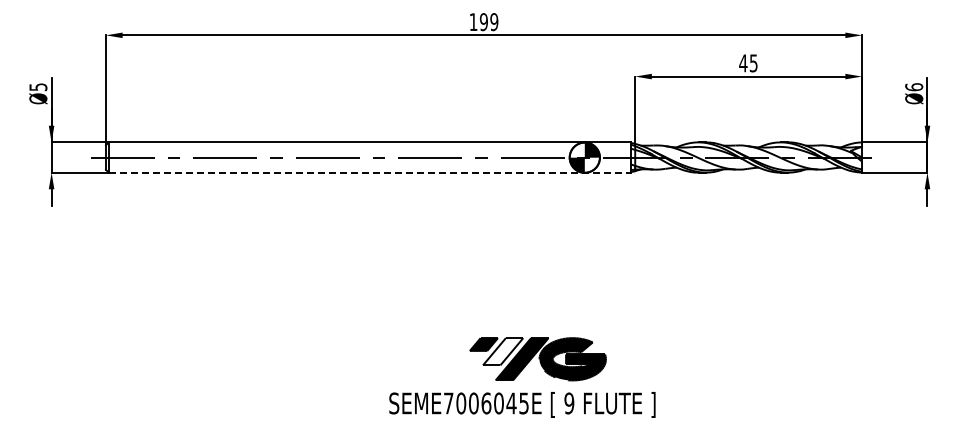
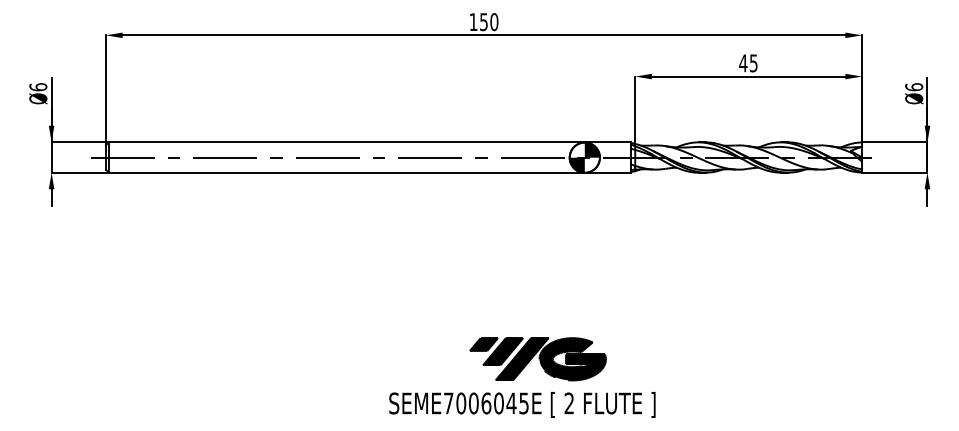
text at (488, 22): 199 -> 150
text at (38, 87): Ø5 -> Ø6
line at (369, 172): dashed -> solid
fill at (503, 351): none -> present
text at (569, 403): 9 -> 2
